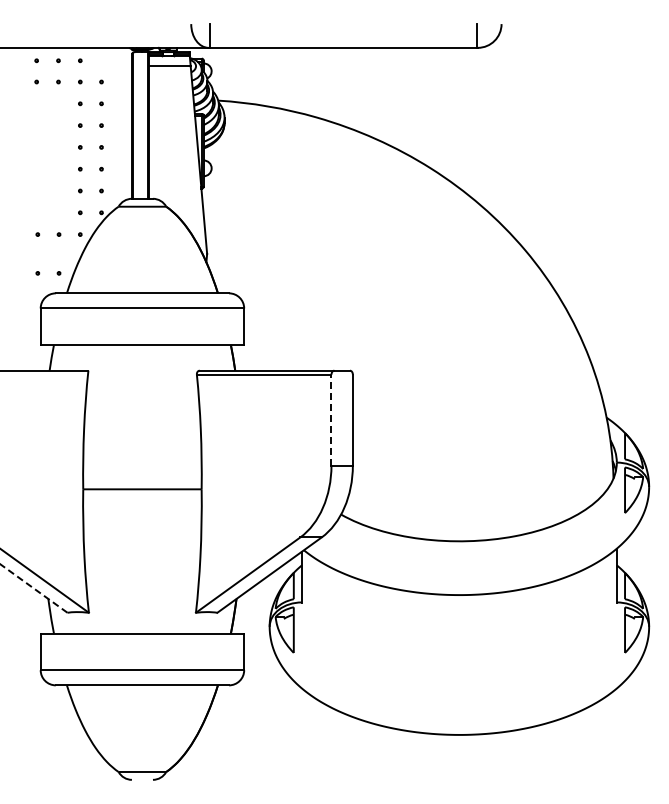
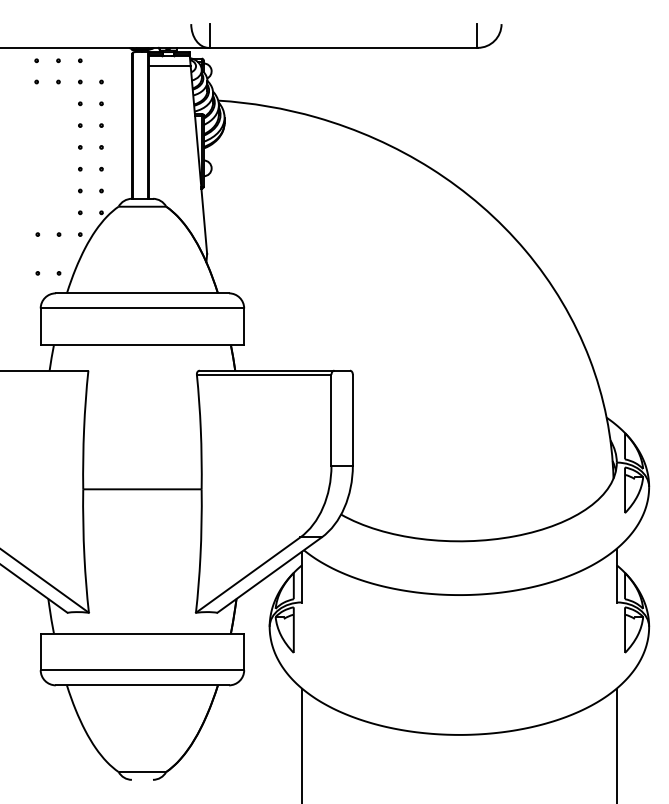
line at (331, 419): dashed -> solid
line at (33, 588): dashed -> solid
line at (301, 744): none -> present
line at (616, 744): none -> present
